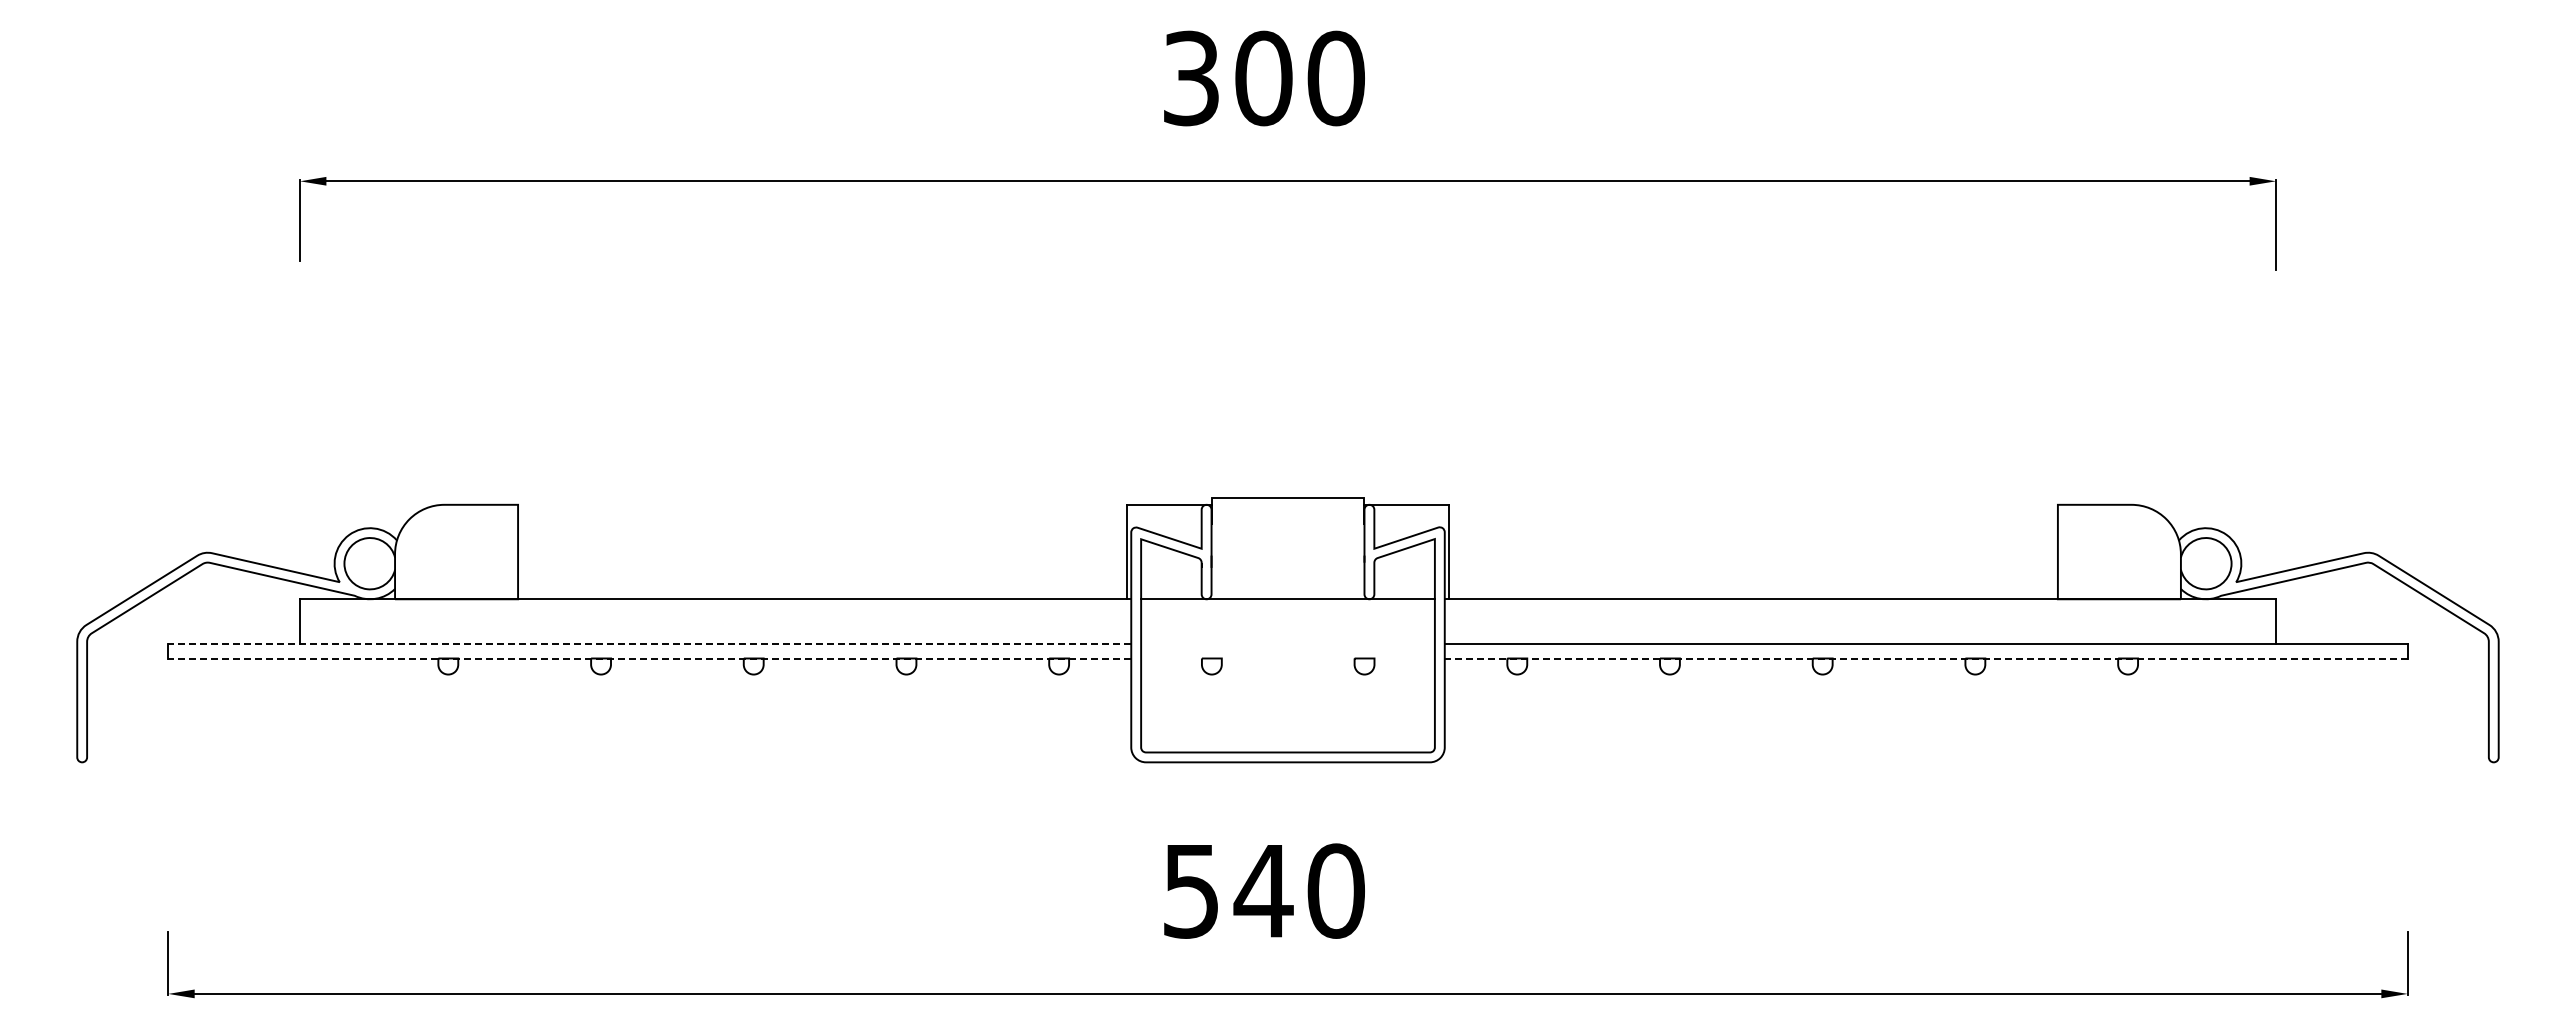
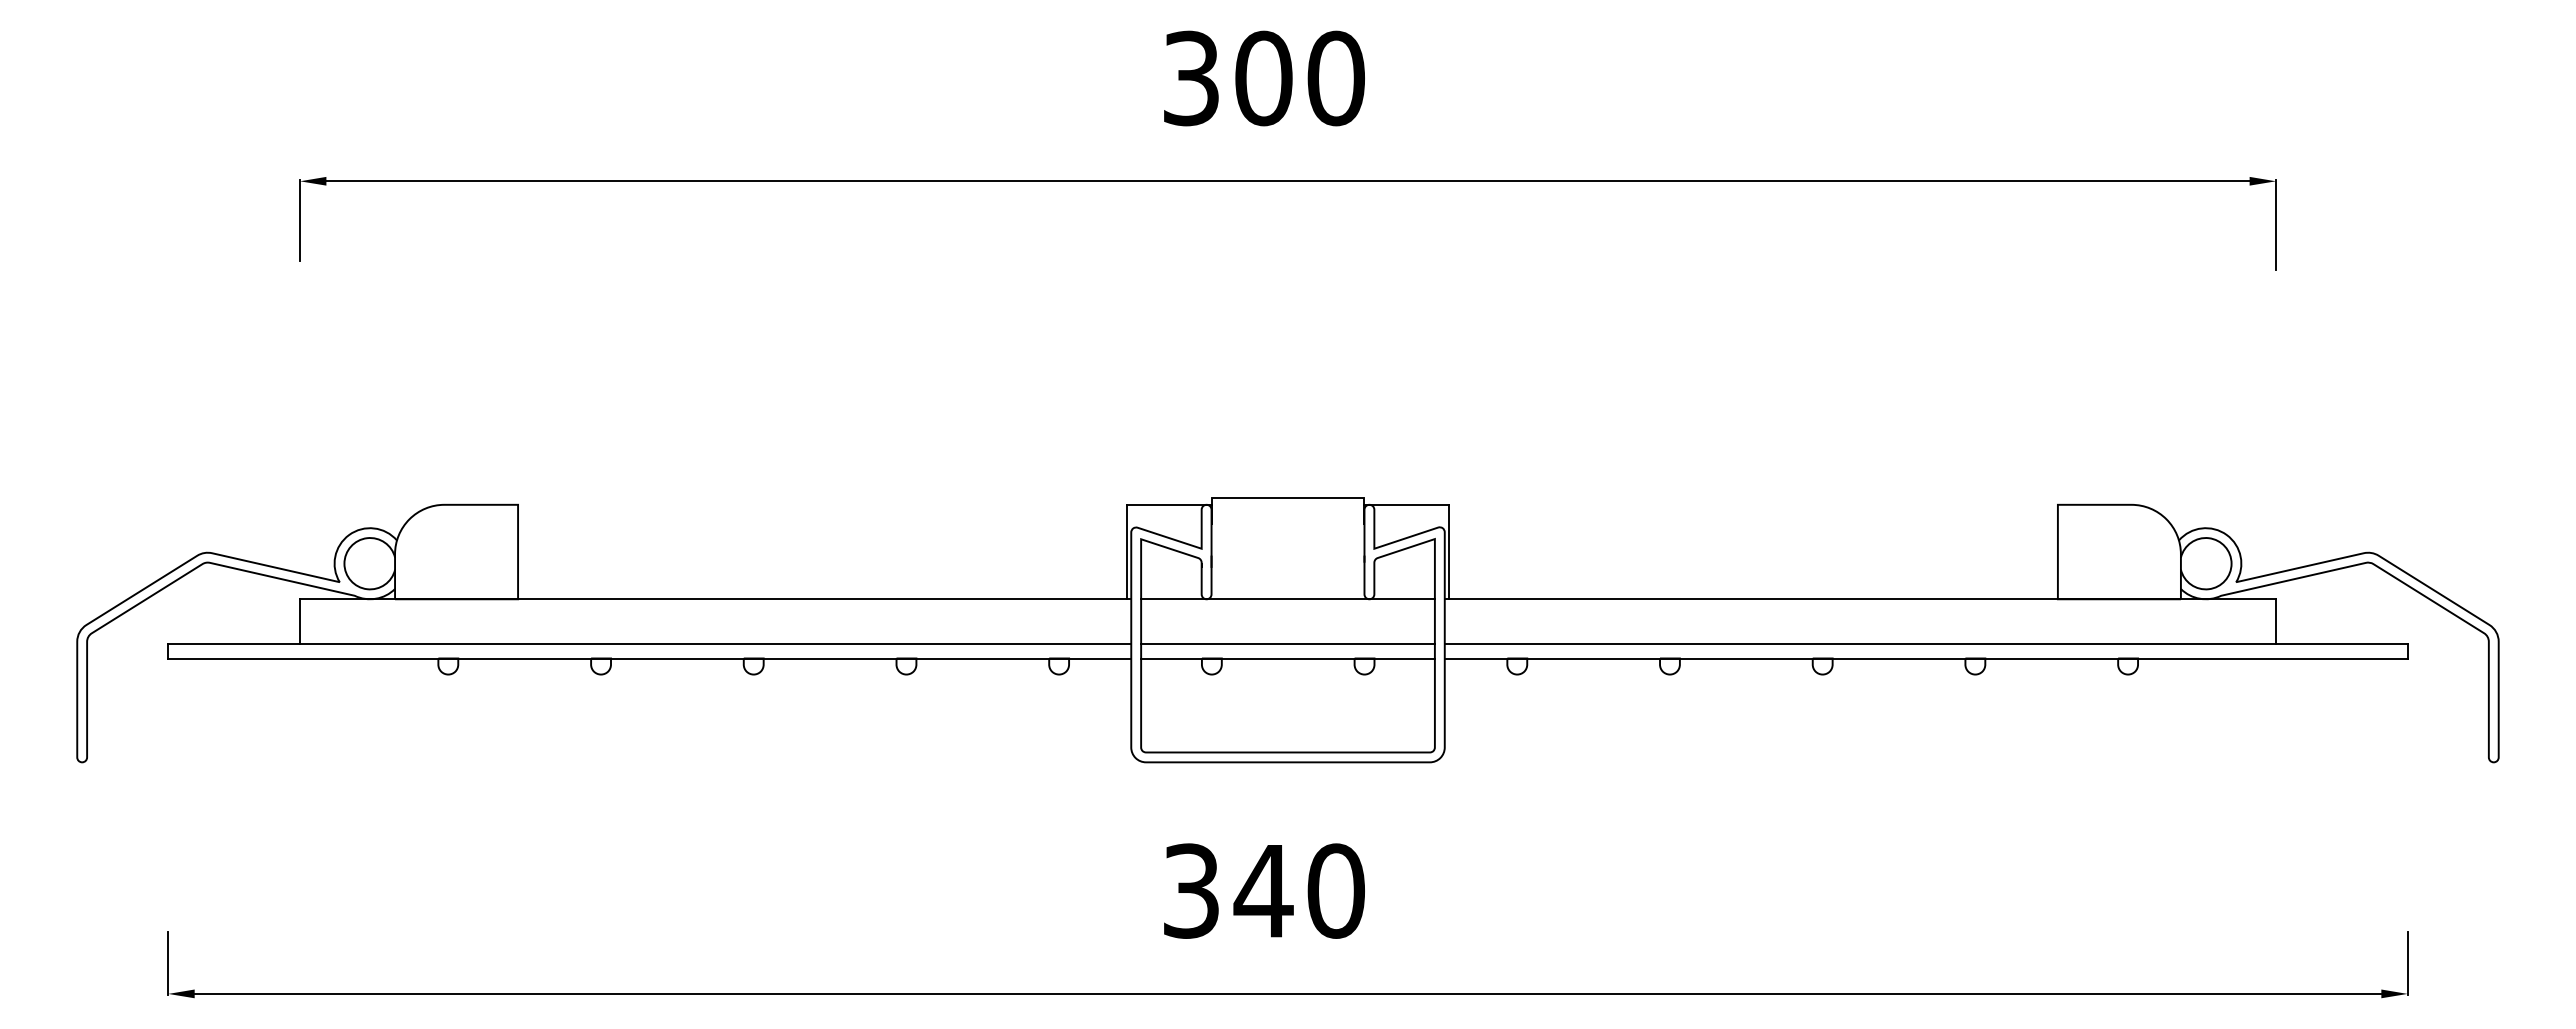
line at (649, 643): dashed -> solid
line at (1287, 643): none -> present
line at (649, 658): dashed -> solid
line at (1287, 658): none -> present
line at (1925, 658): dashed -> solid
text at (1191, 890): 540 -> 340
